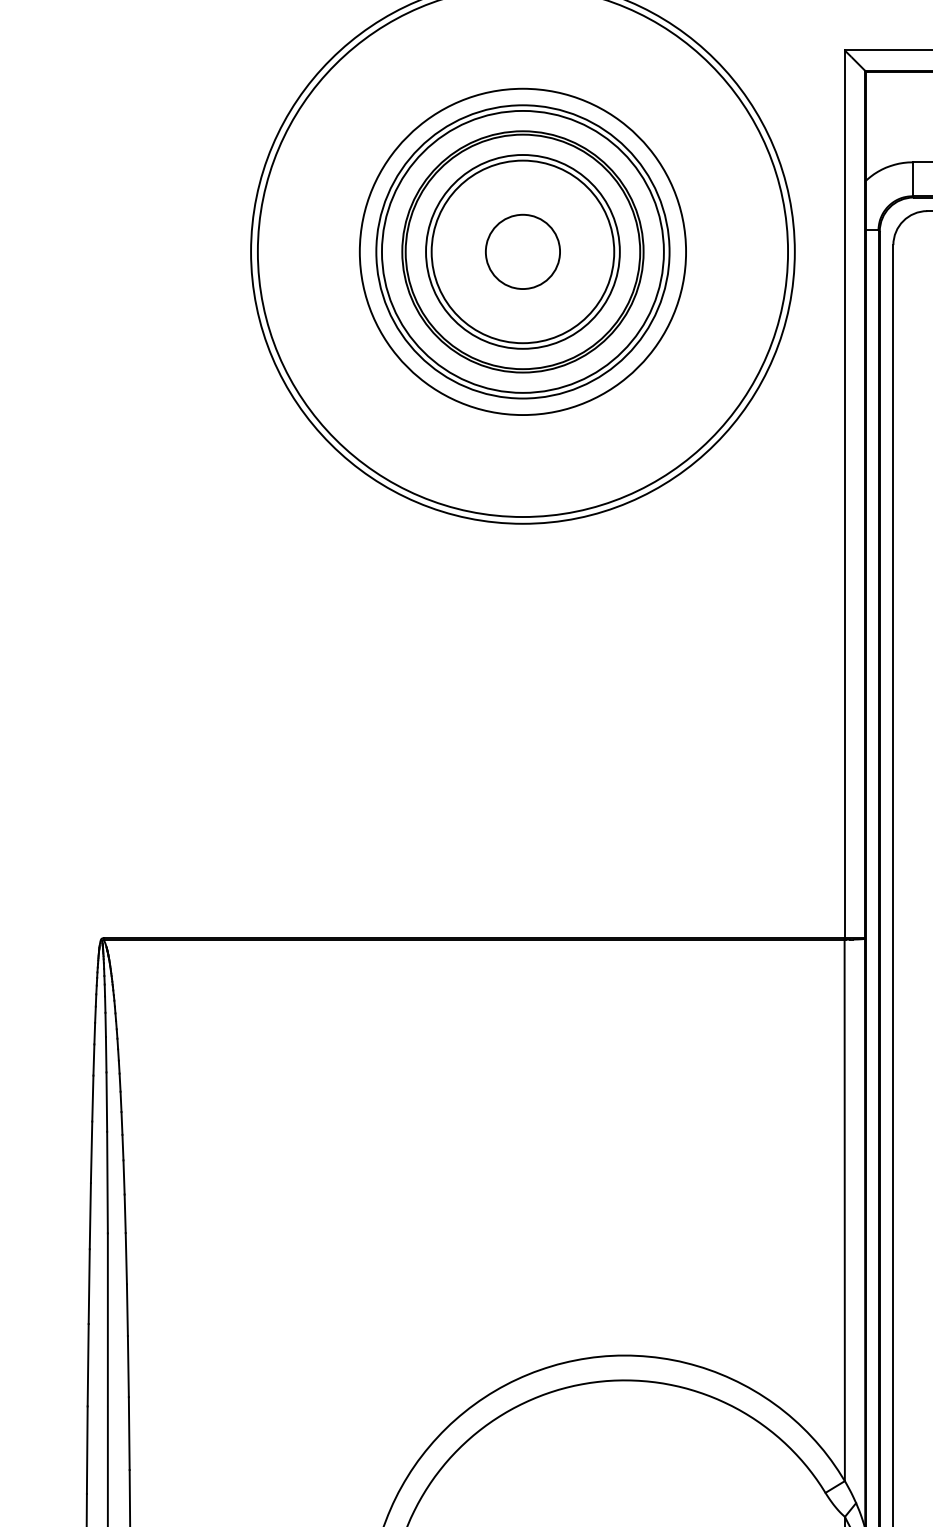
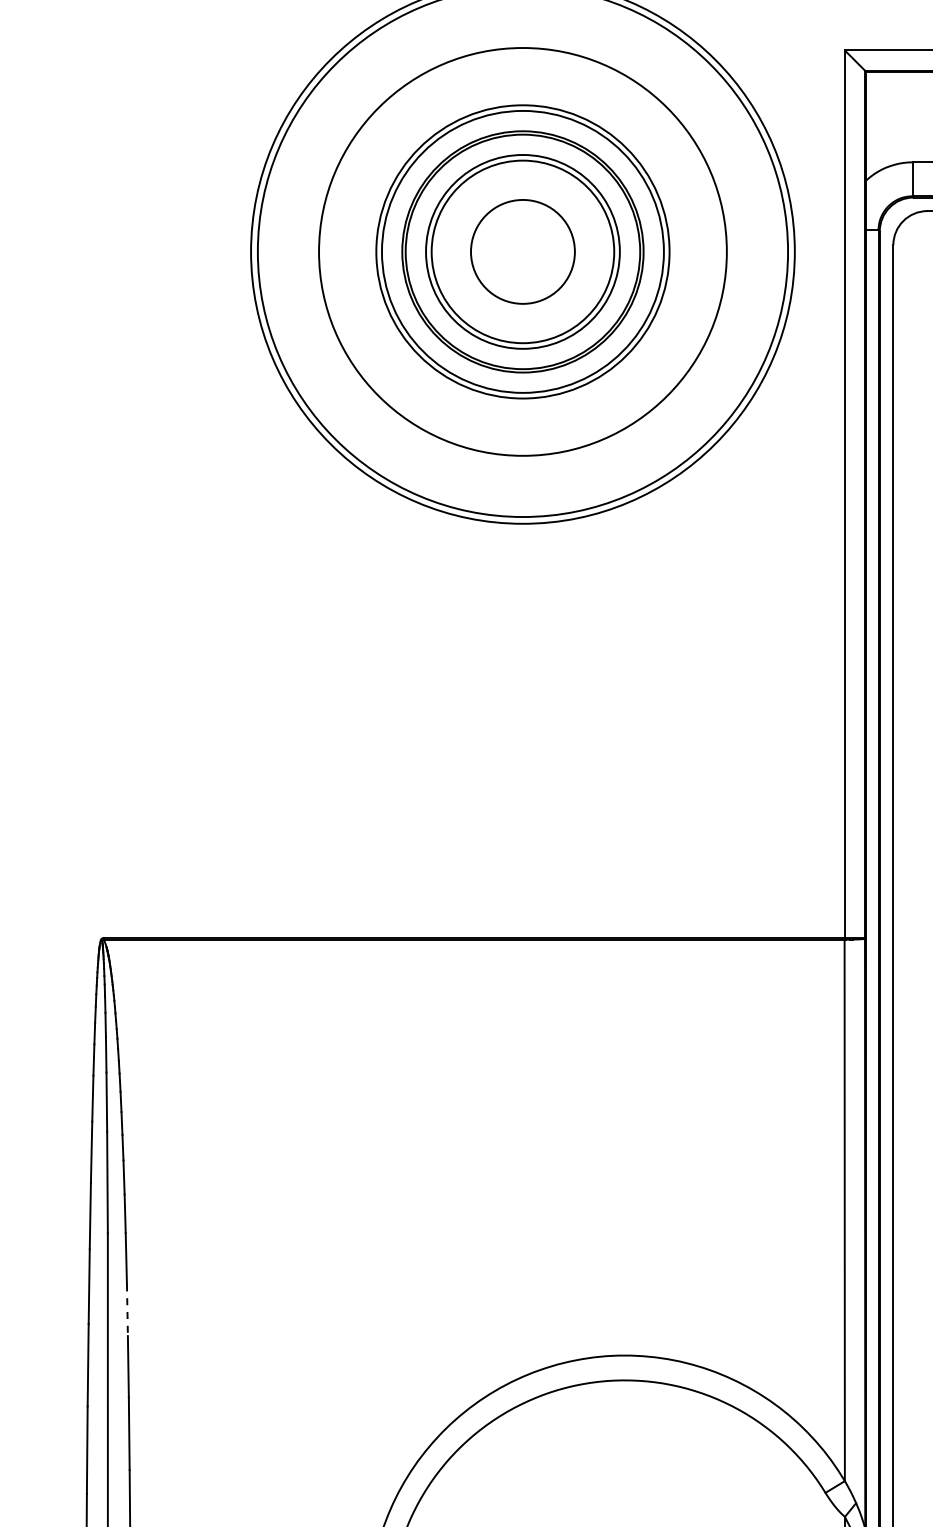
circle at (522, 251) diameter: 326 px -> 408 px
circle at (522, 251) diameter: 74 px -> 104 px
line at (127, 1310): solid -> dashed
